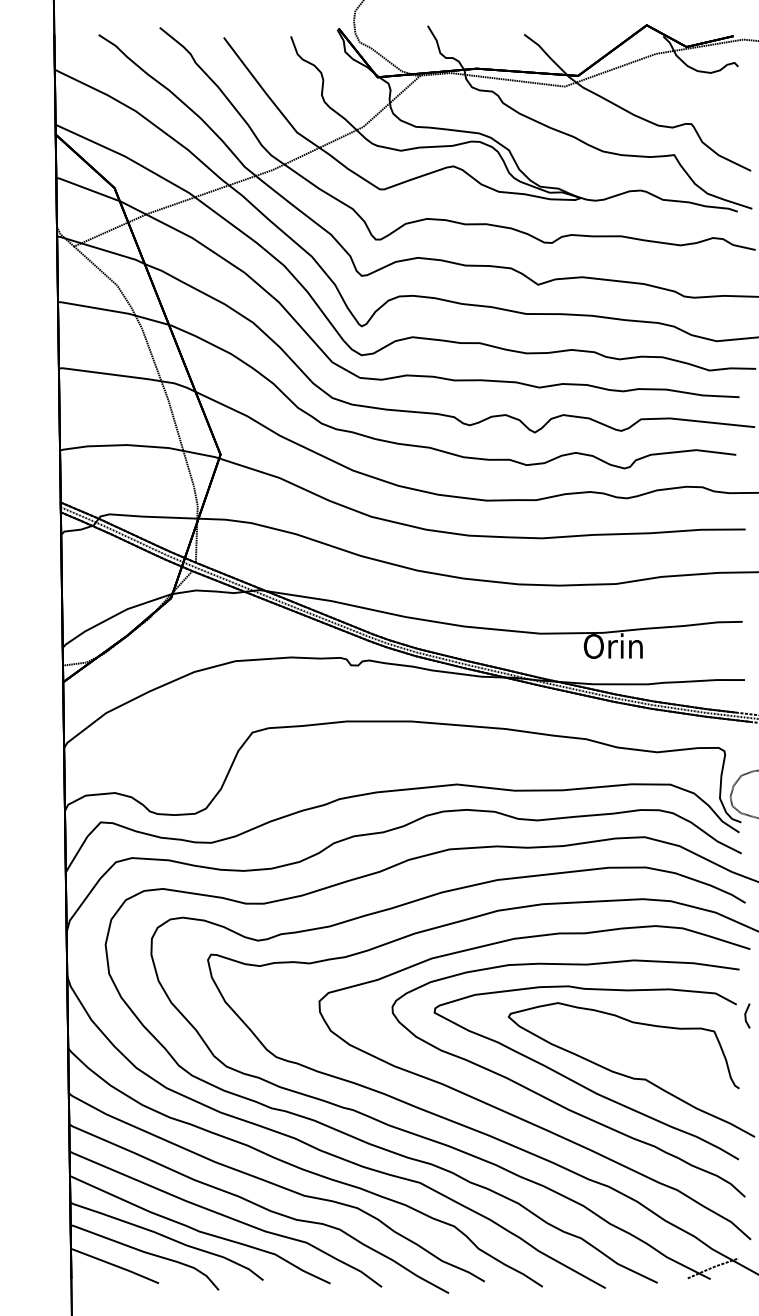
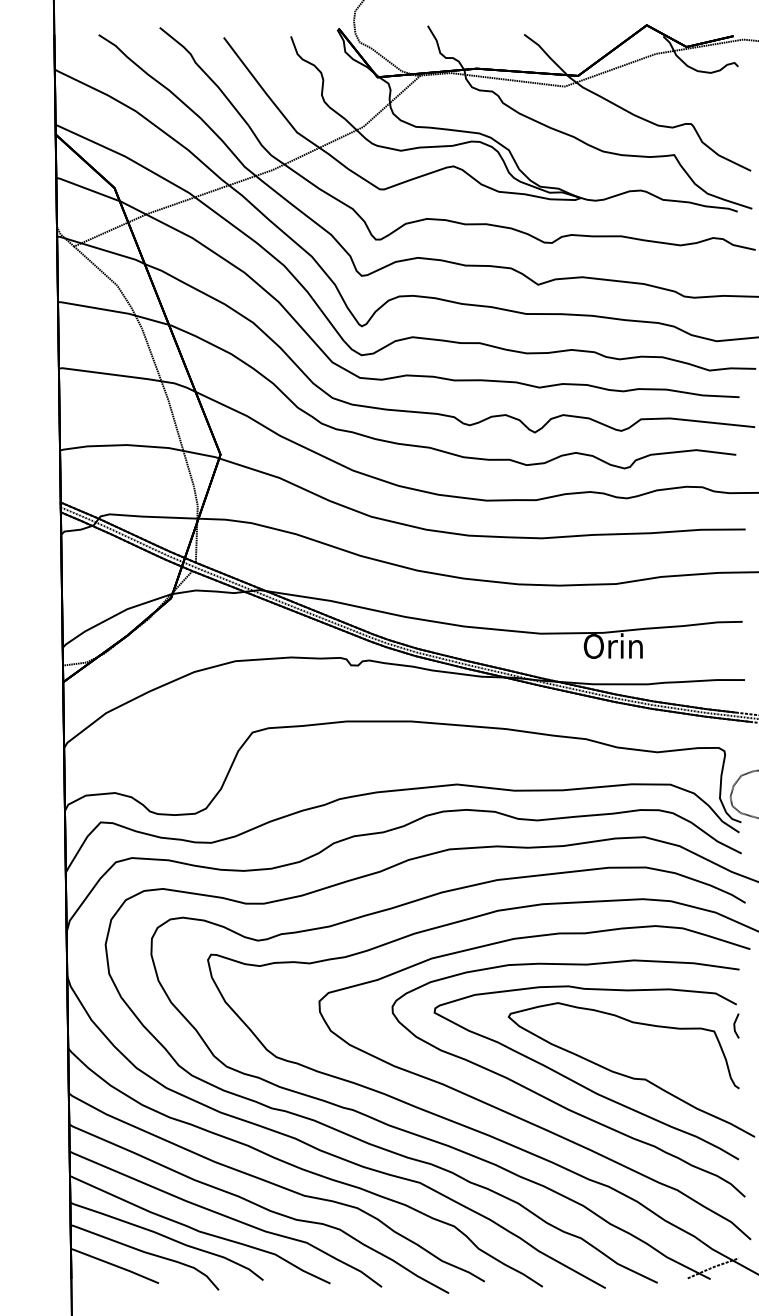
line at (746, 1015) position: (746, 1015) -> (735, 1025)
